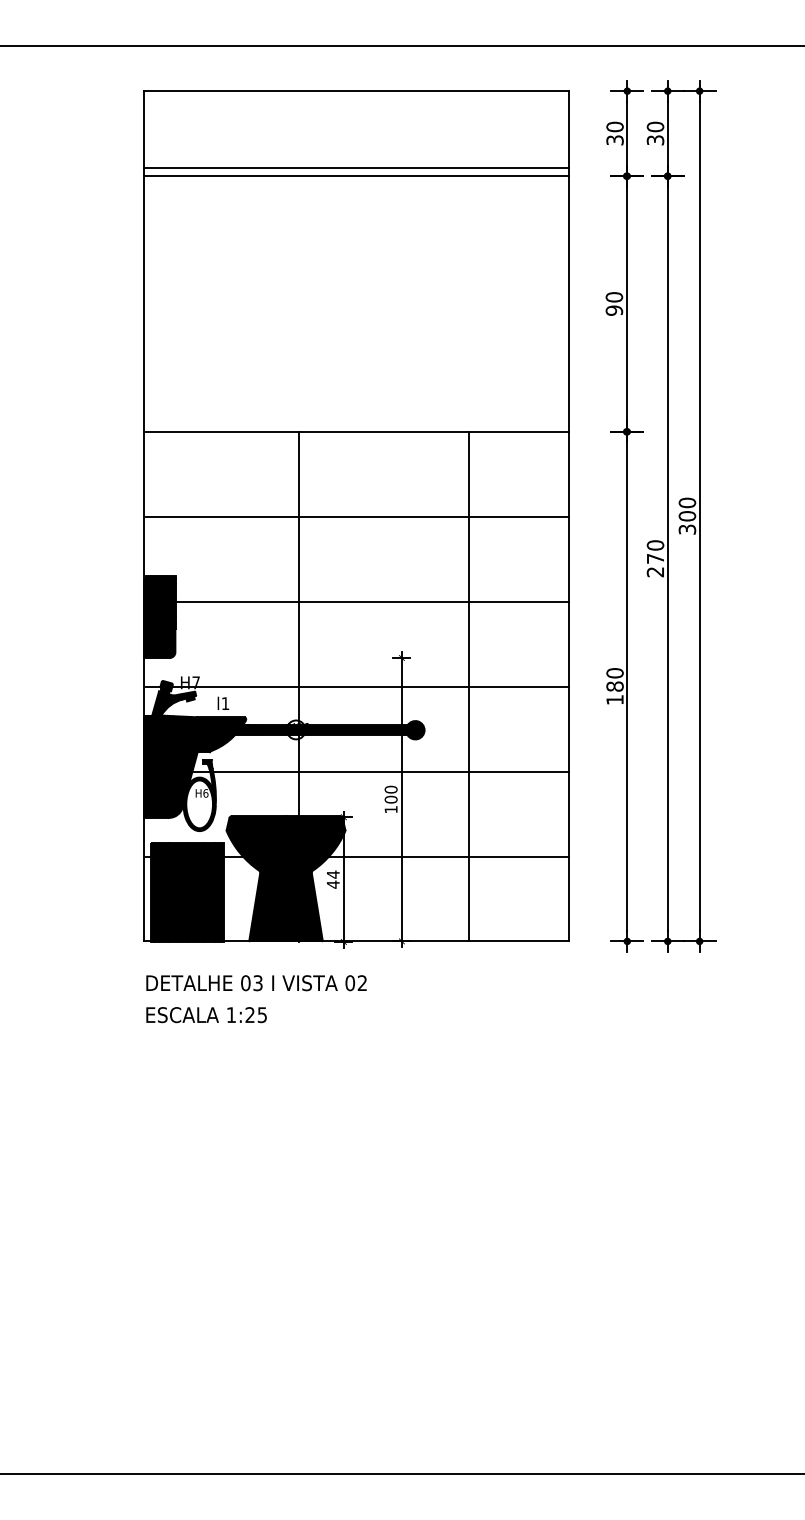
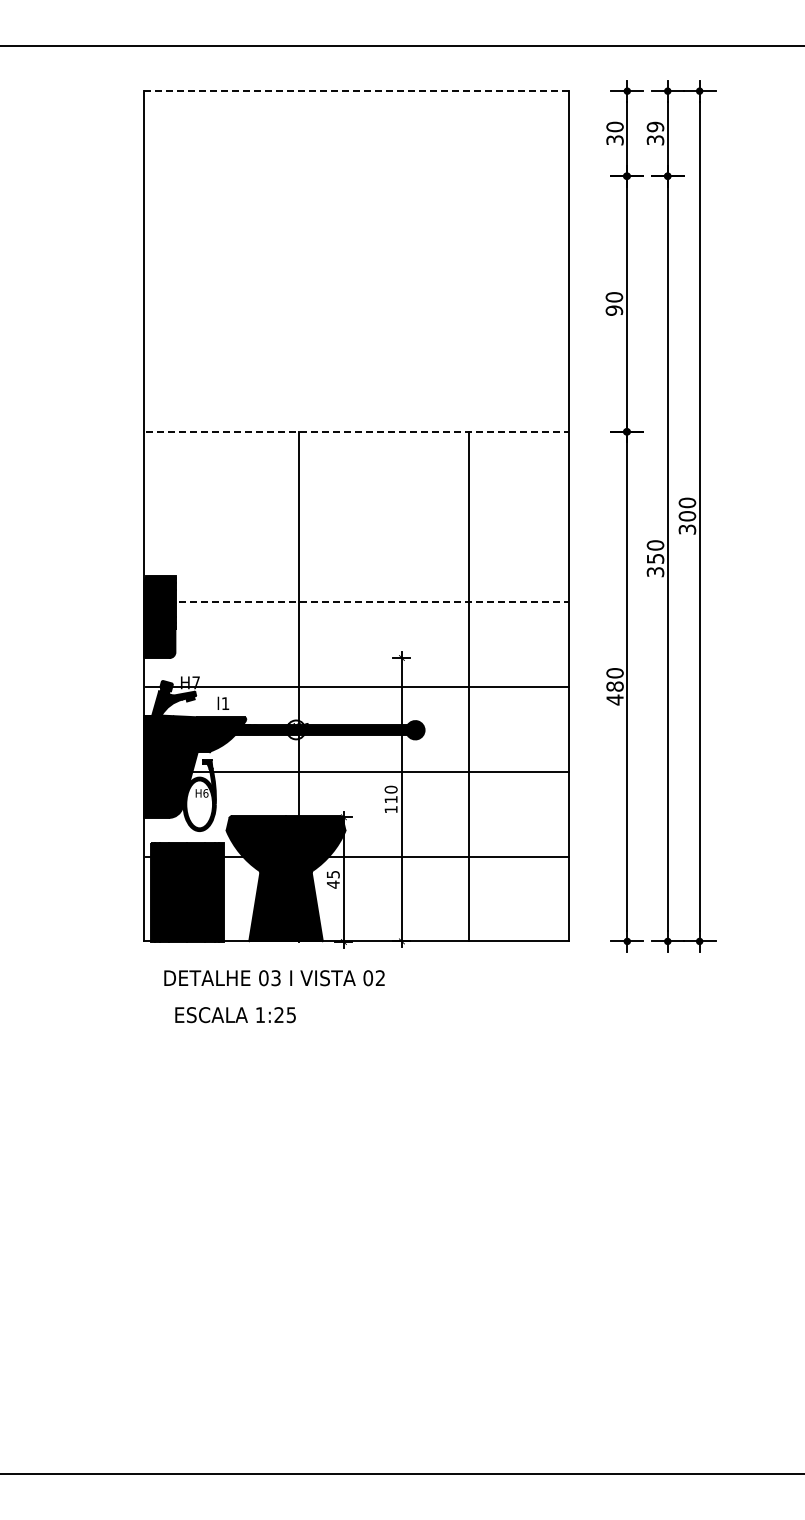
line at (356, 91): solid -> dashed
text at (655, 126): 30 -> 39
line at (356, 167): present -> none
line at (356, 176): present -> none
line at (358, 431): solid -> dashed
line at (357, 516): present -> none
text at (655, 565): 270 -> 350
line at (358, 601): solid -> dashed
text at (614, 699): 180 -> 480
text at (390, 799): 100 -> 110
text at (333, 874): 44 -> 45
text at (256, 983) position: (256, 983) -> (274, 978)
text at (206, 1015) position: (206, 1015) -> (235, 1015)
